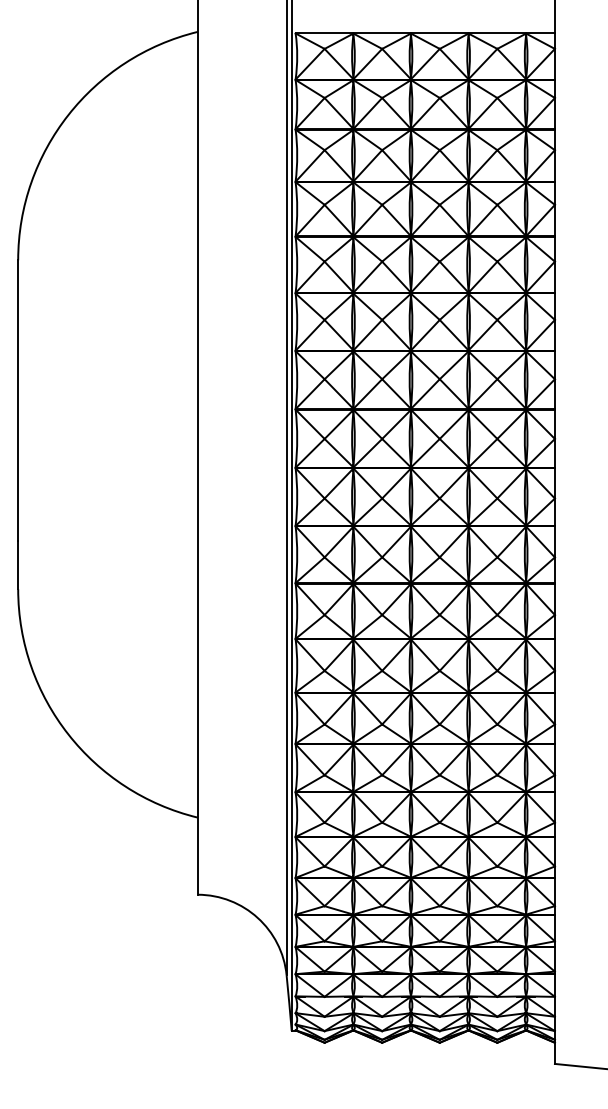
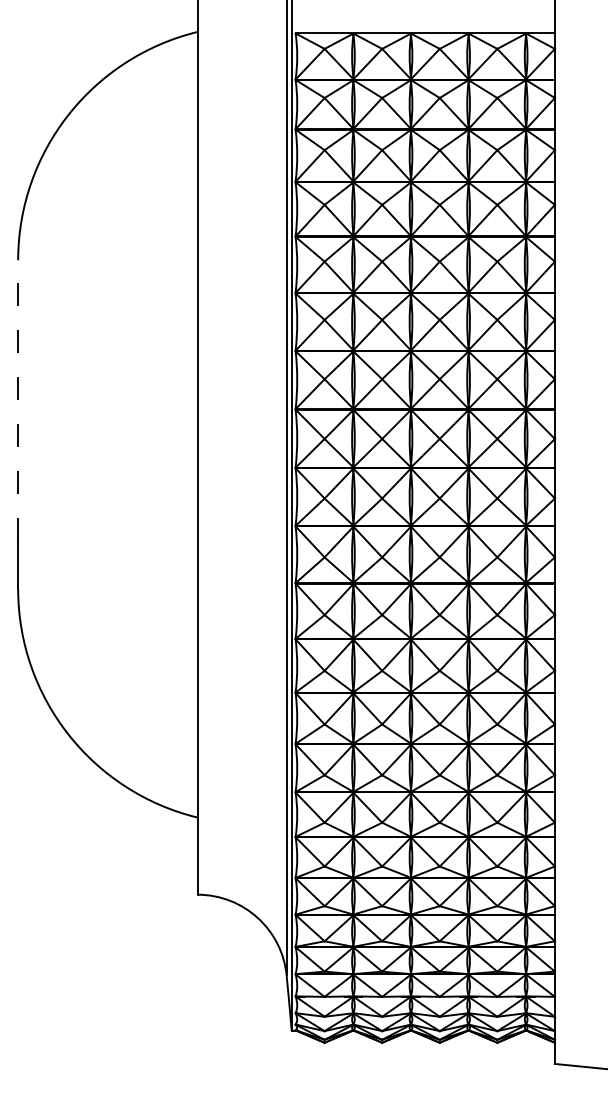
line at (18, 400): solid -> dashed
